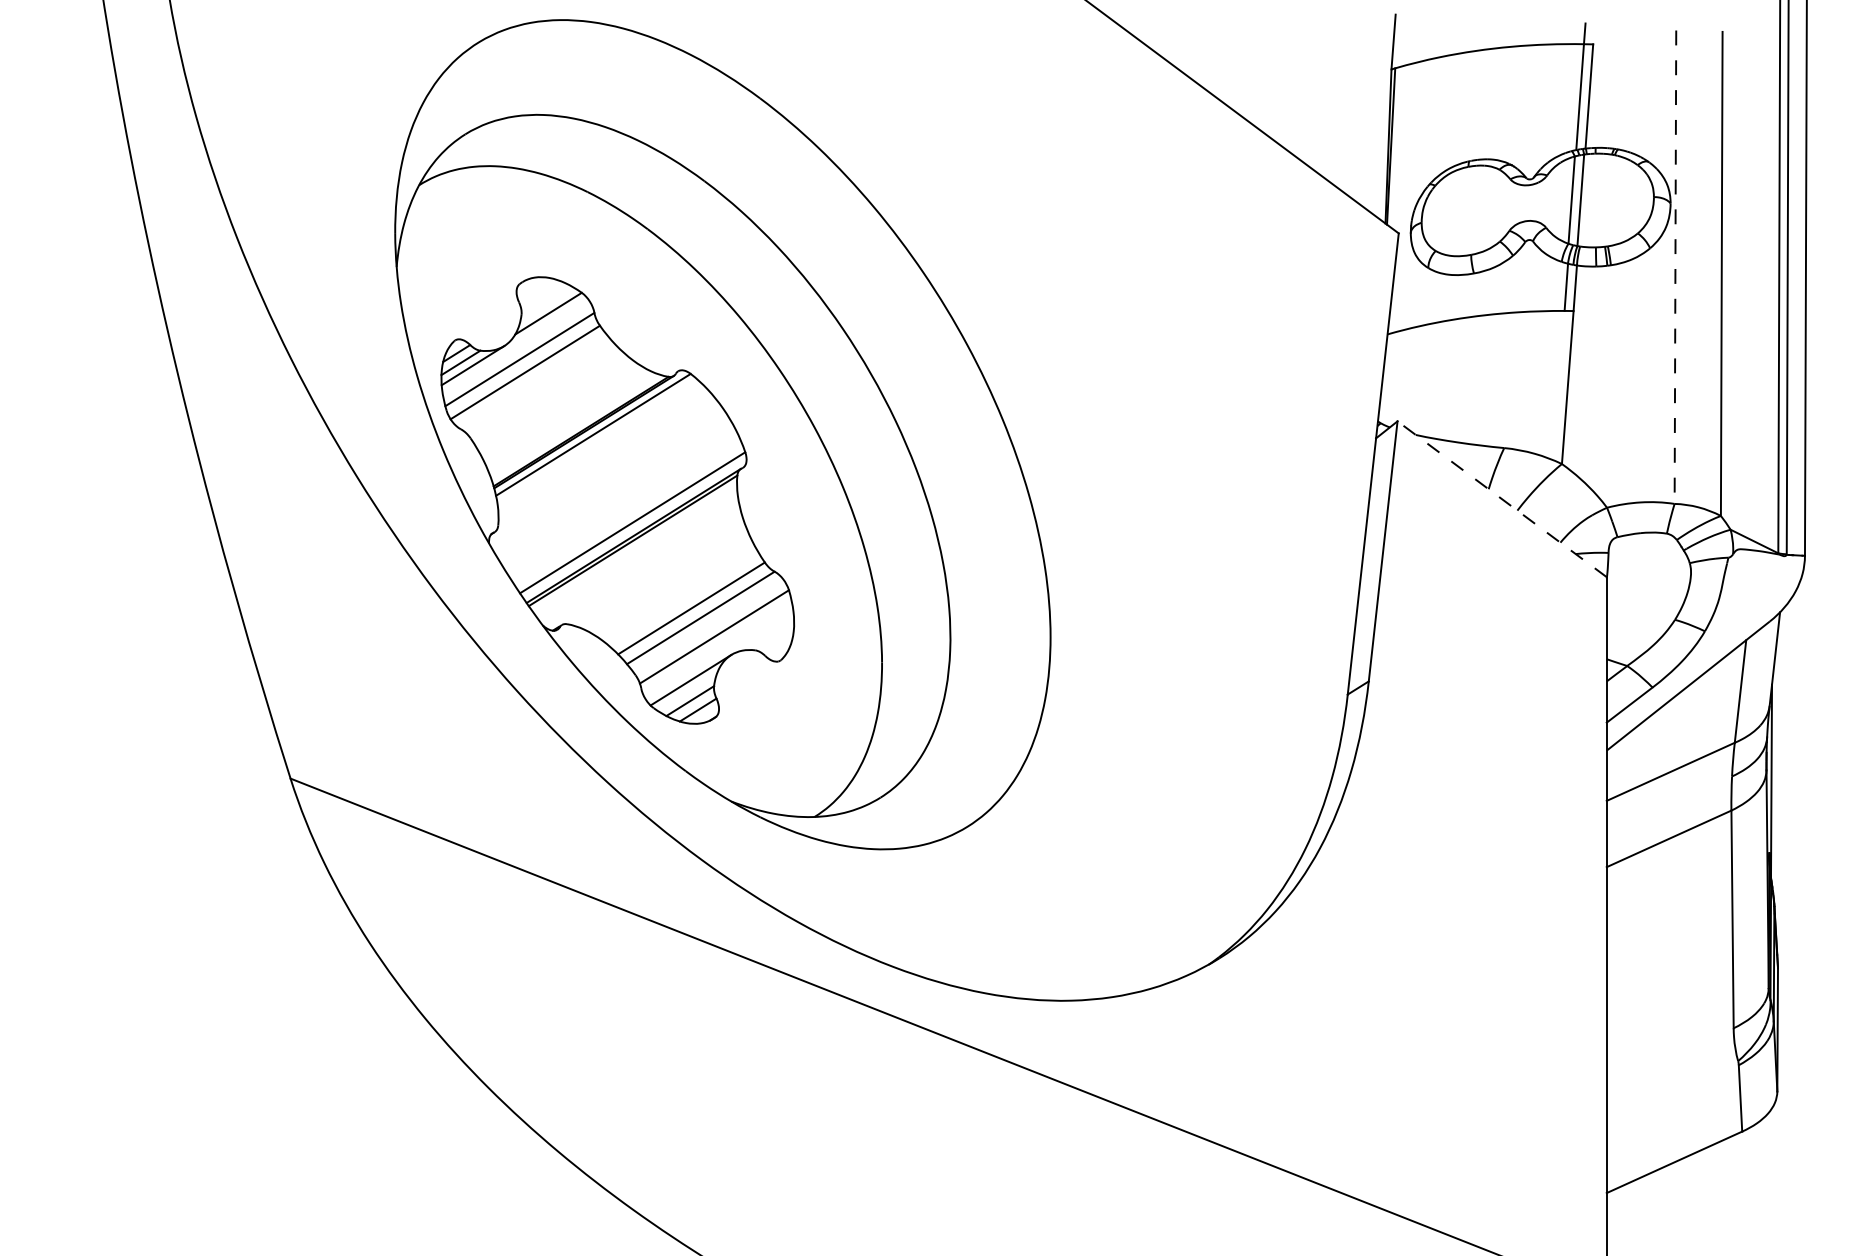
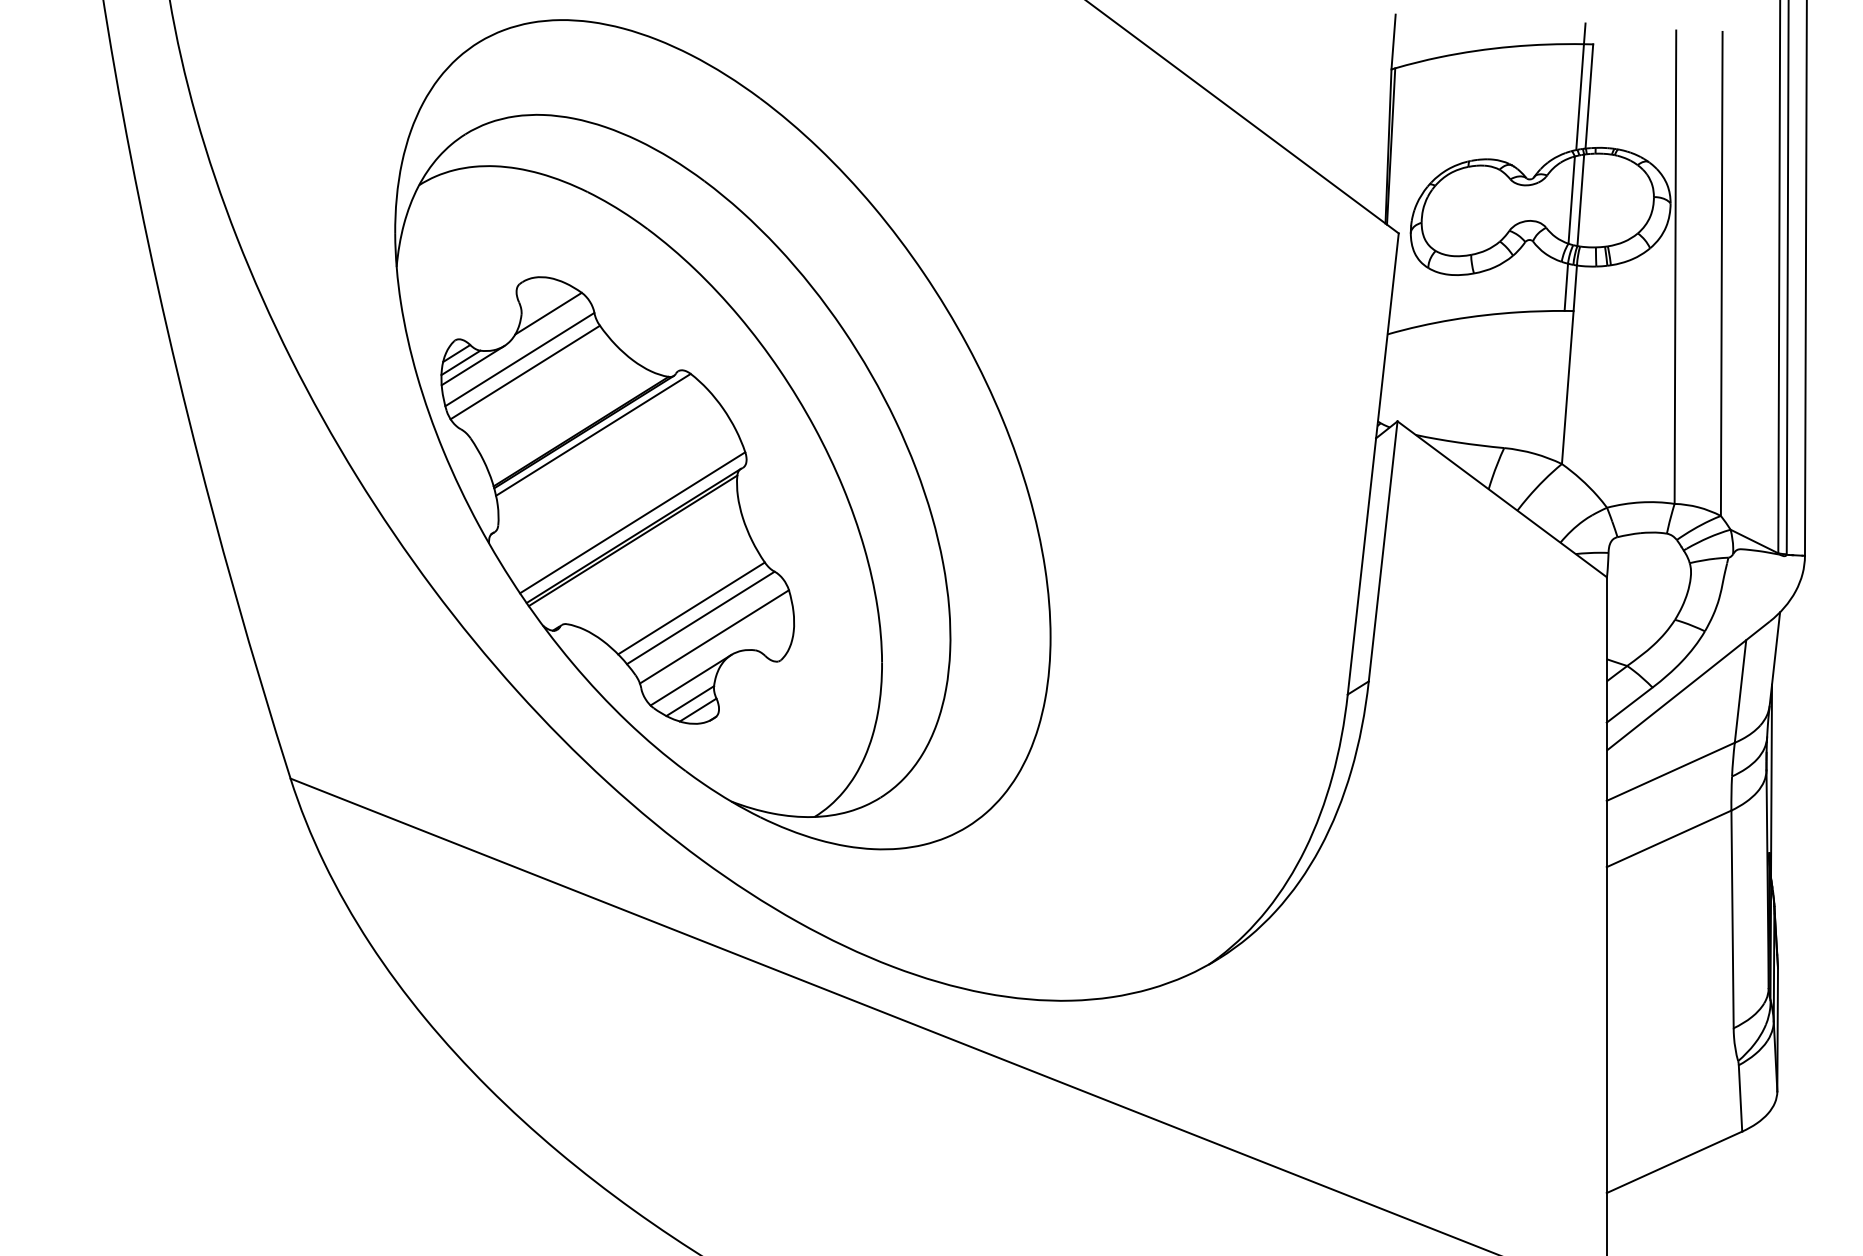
line at (1675, 267): dashed -> solid
line at (1501, 498): dashed -> solid
